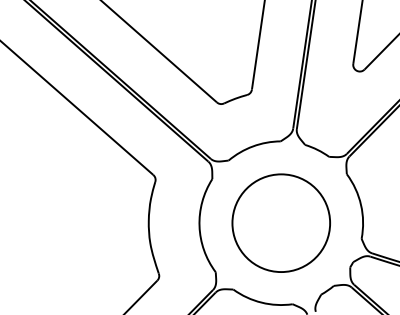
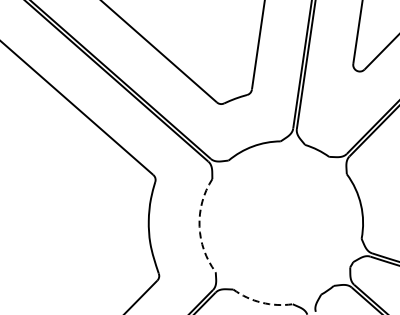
circle at (280, 222): present -> none
arc at (199, 226): solid -> dashed
arc at (261, 302): solid -> dashed
